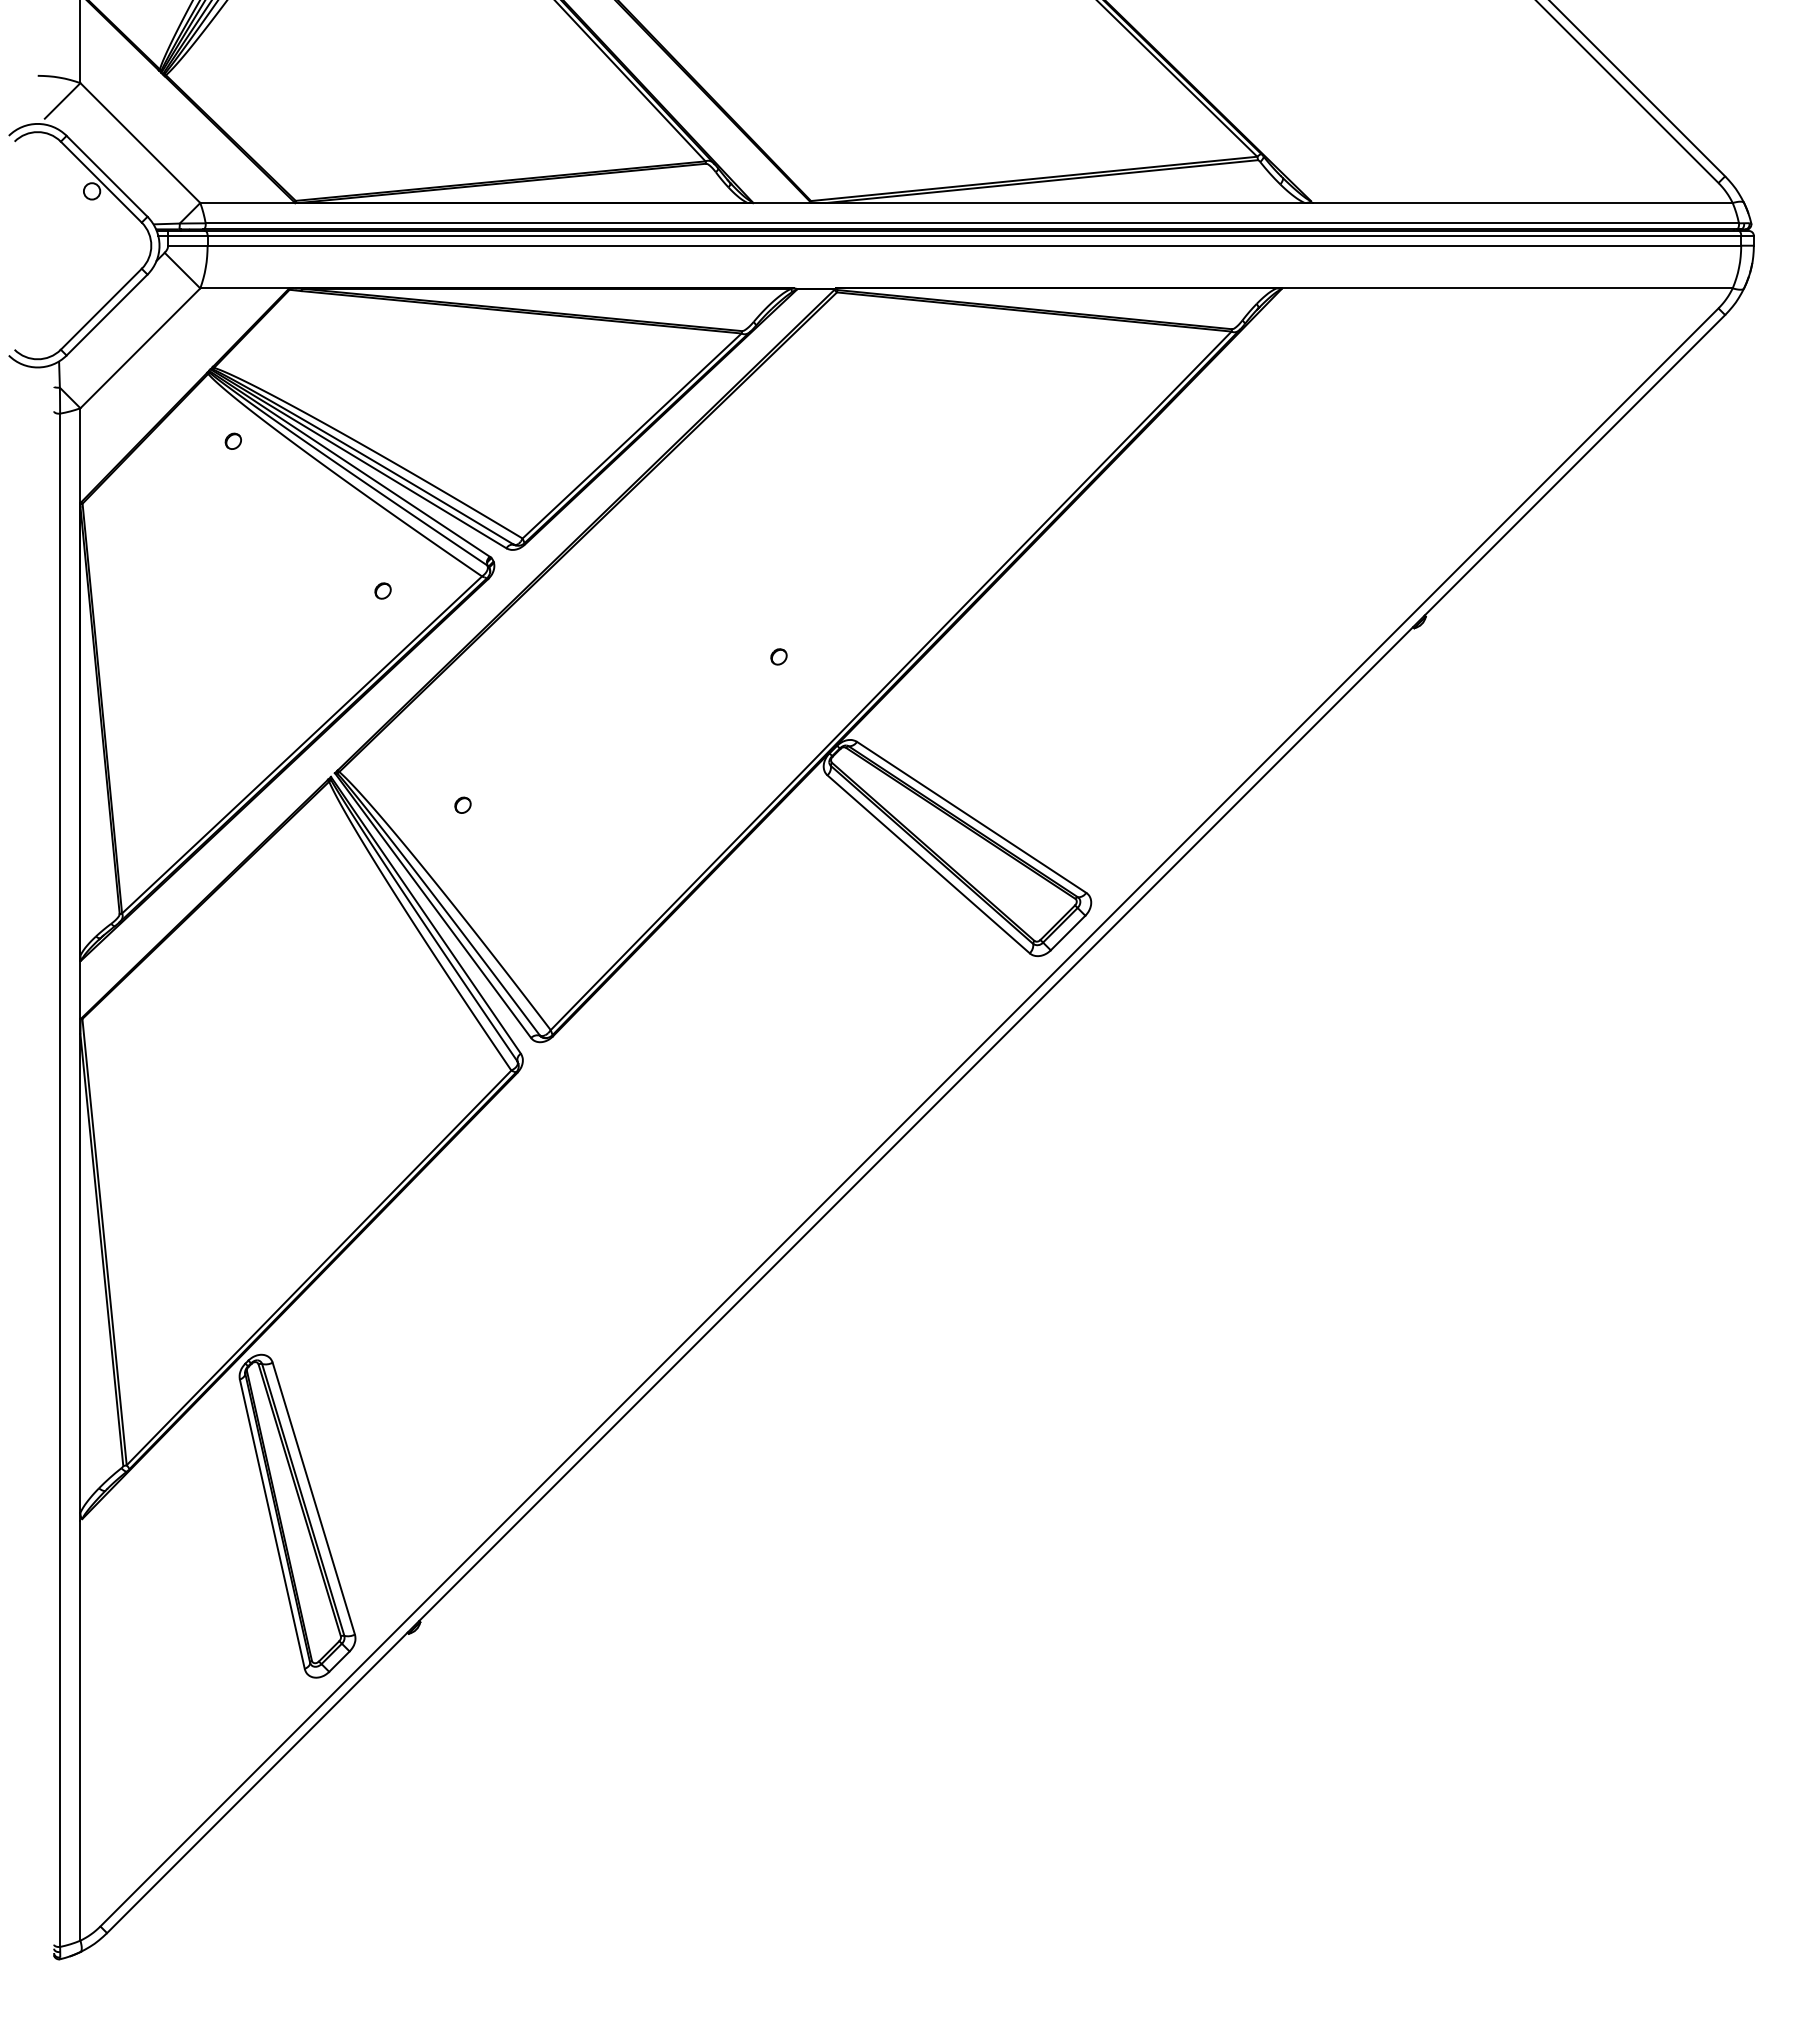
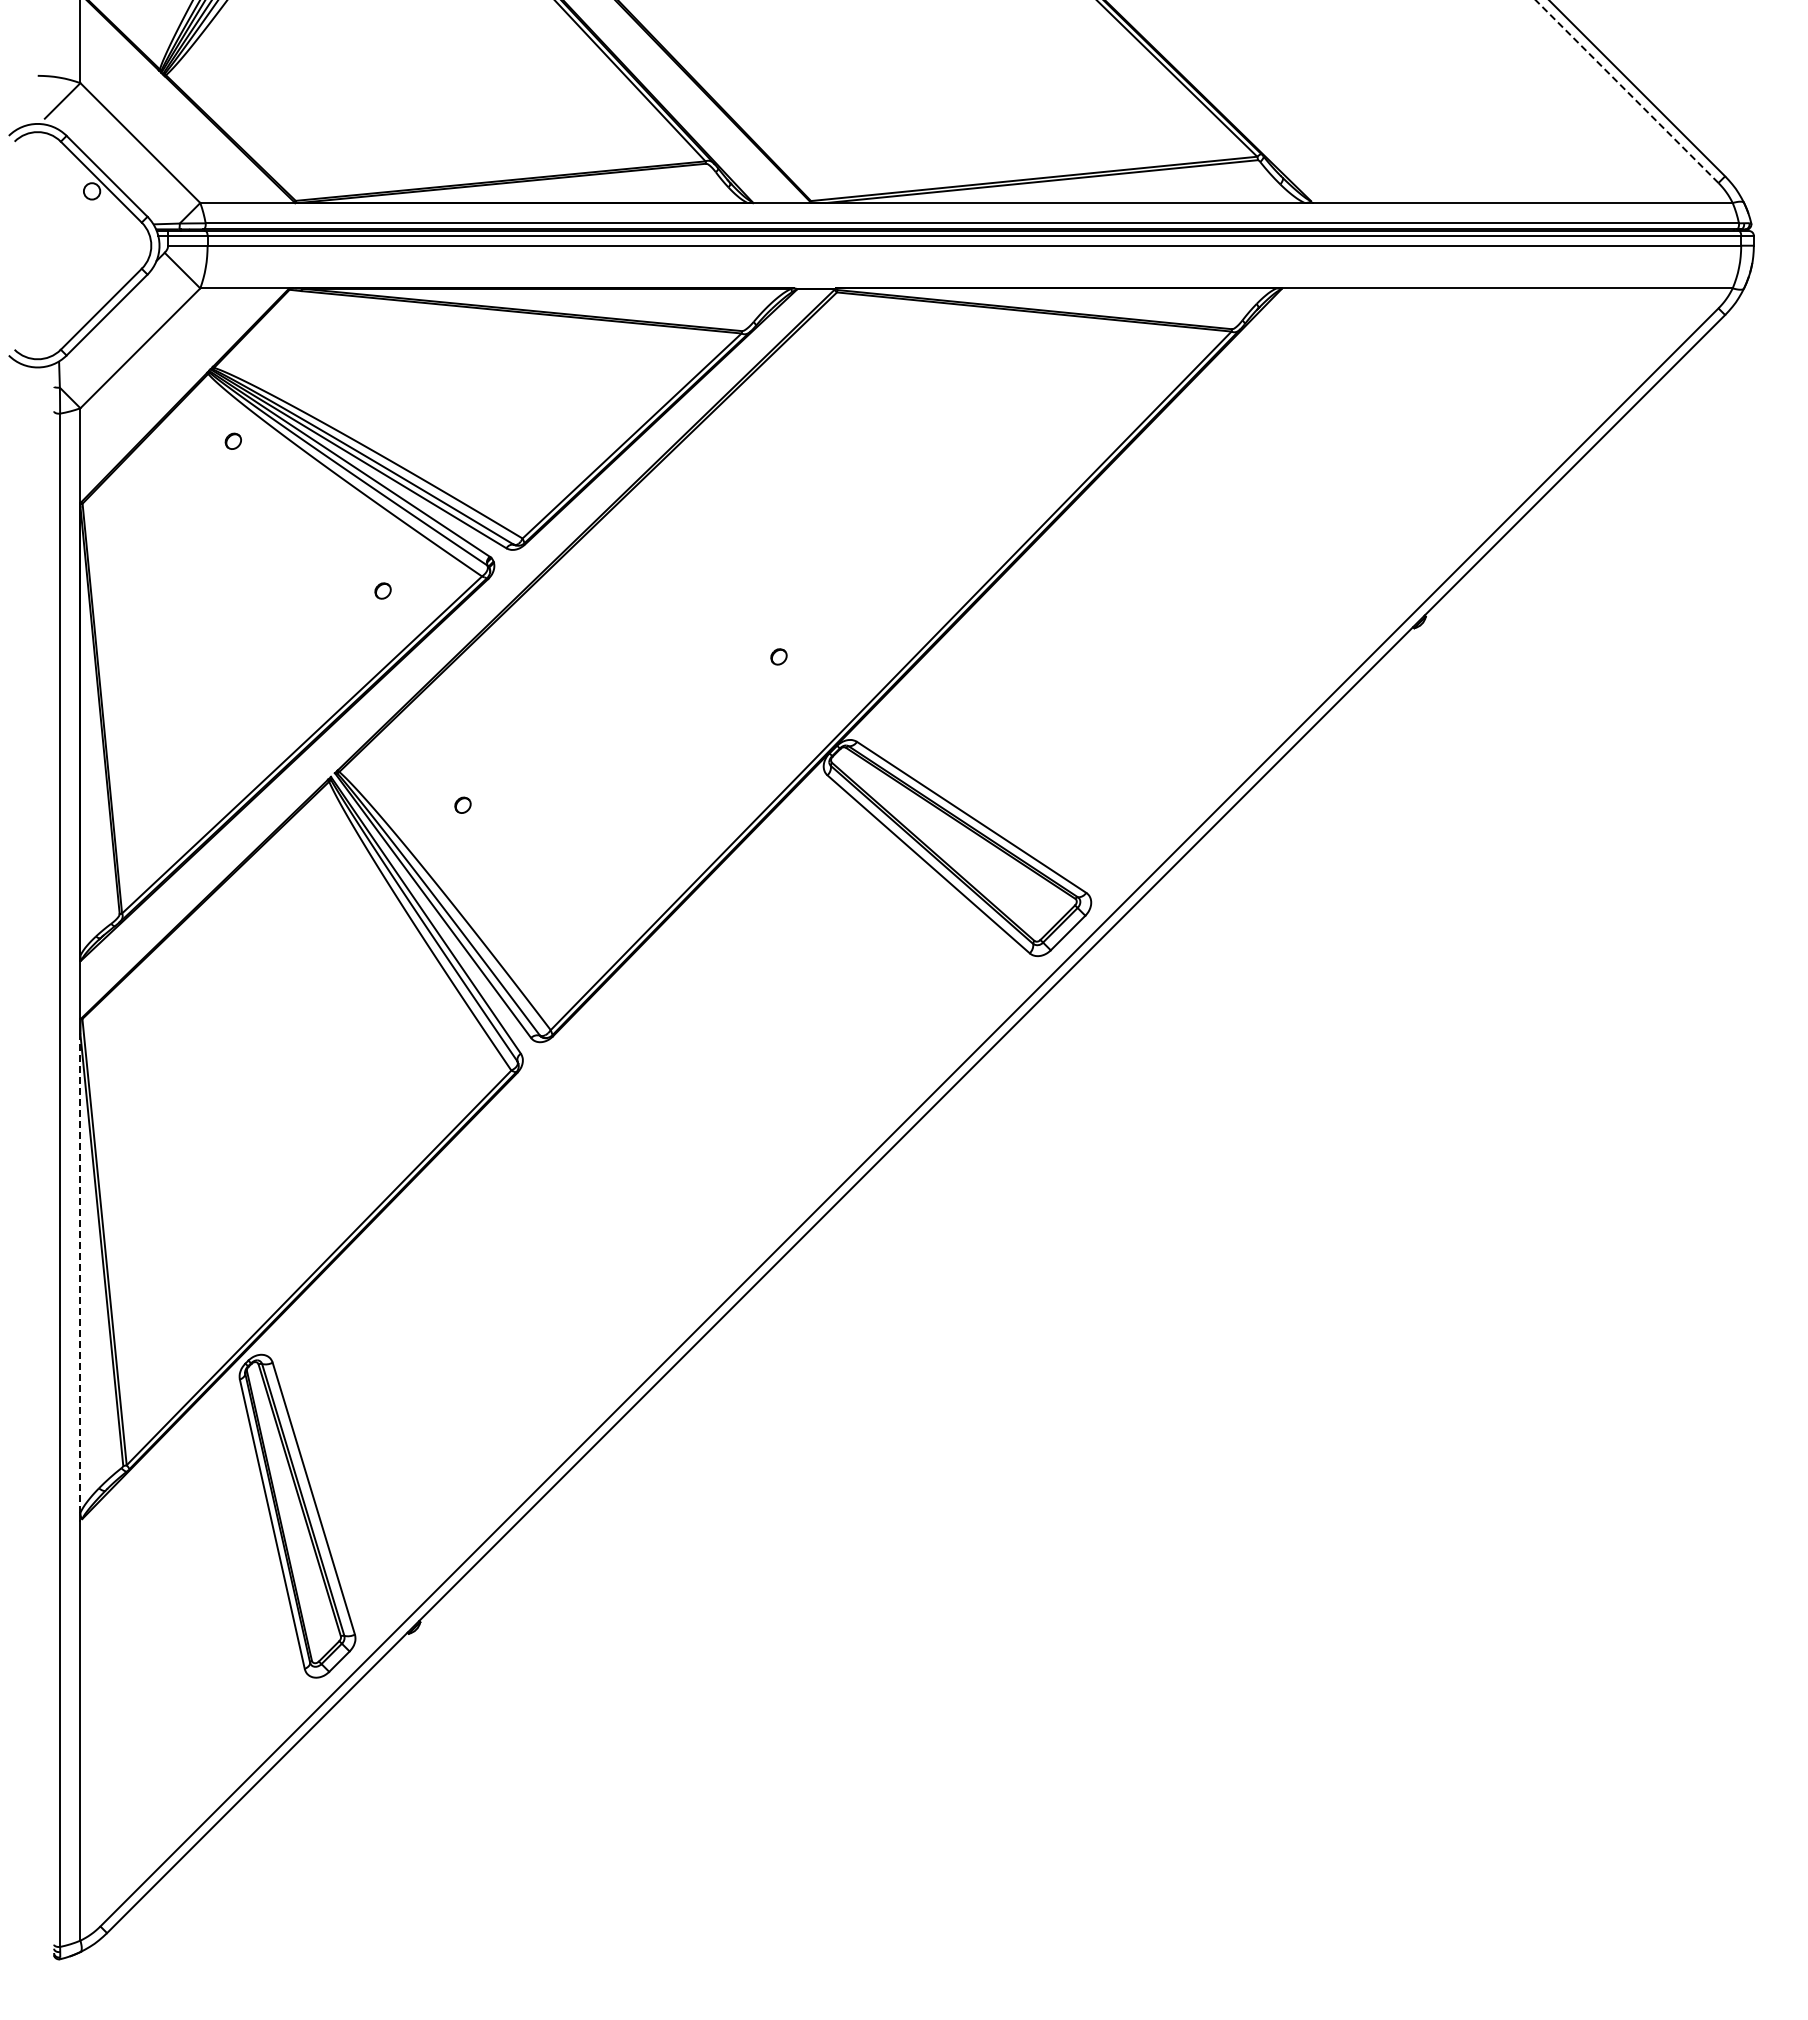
line at (1627, 91): solid -> dashed
line at (80, 1273): solid -> dashed
